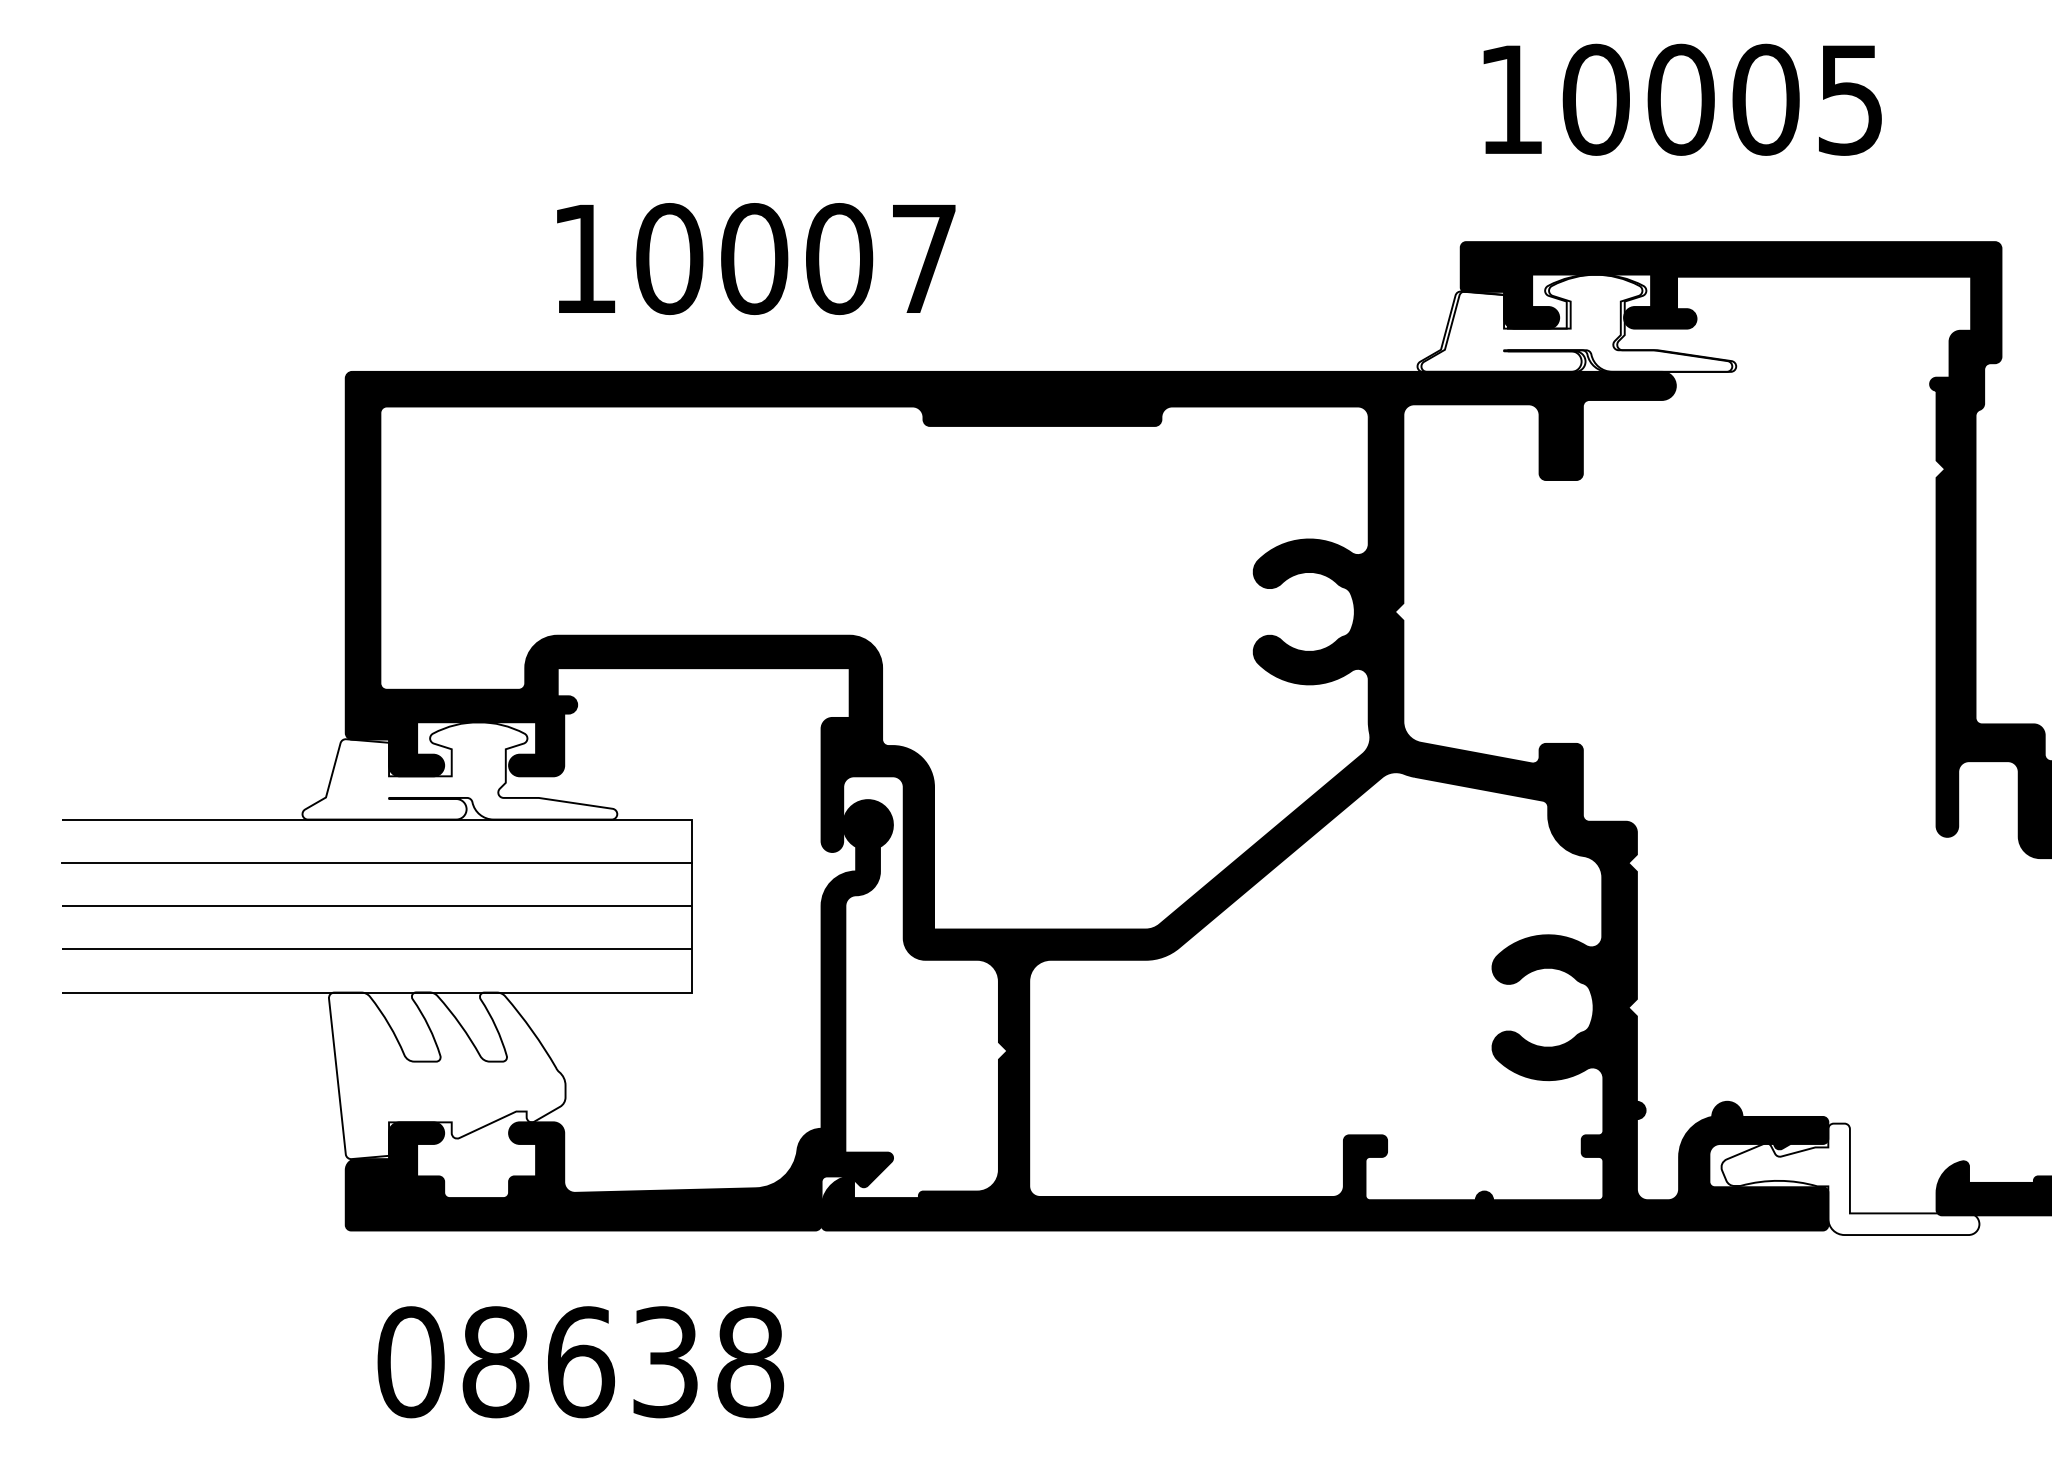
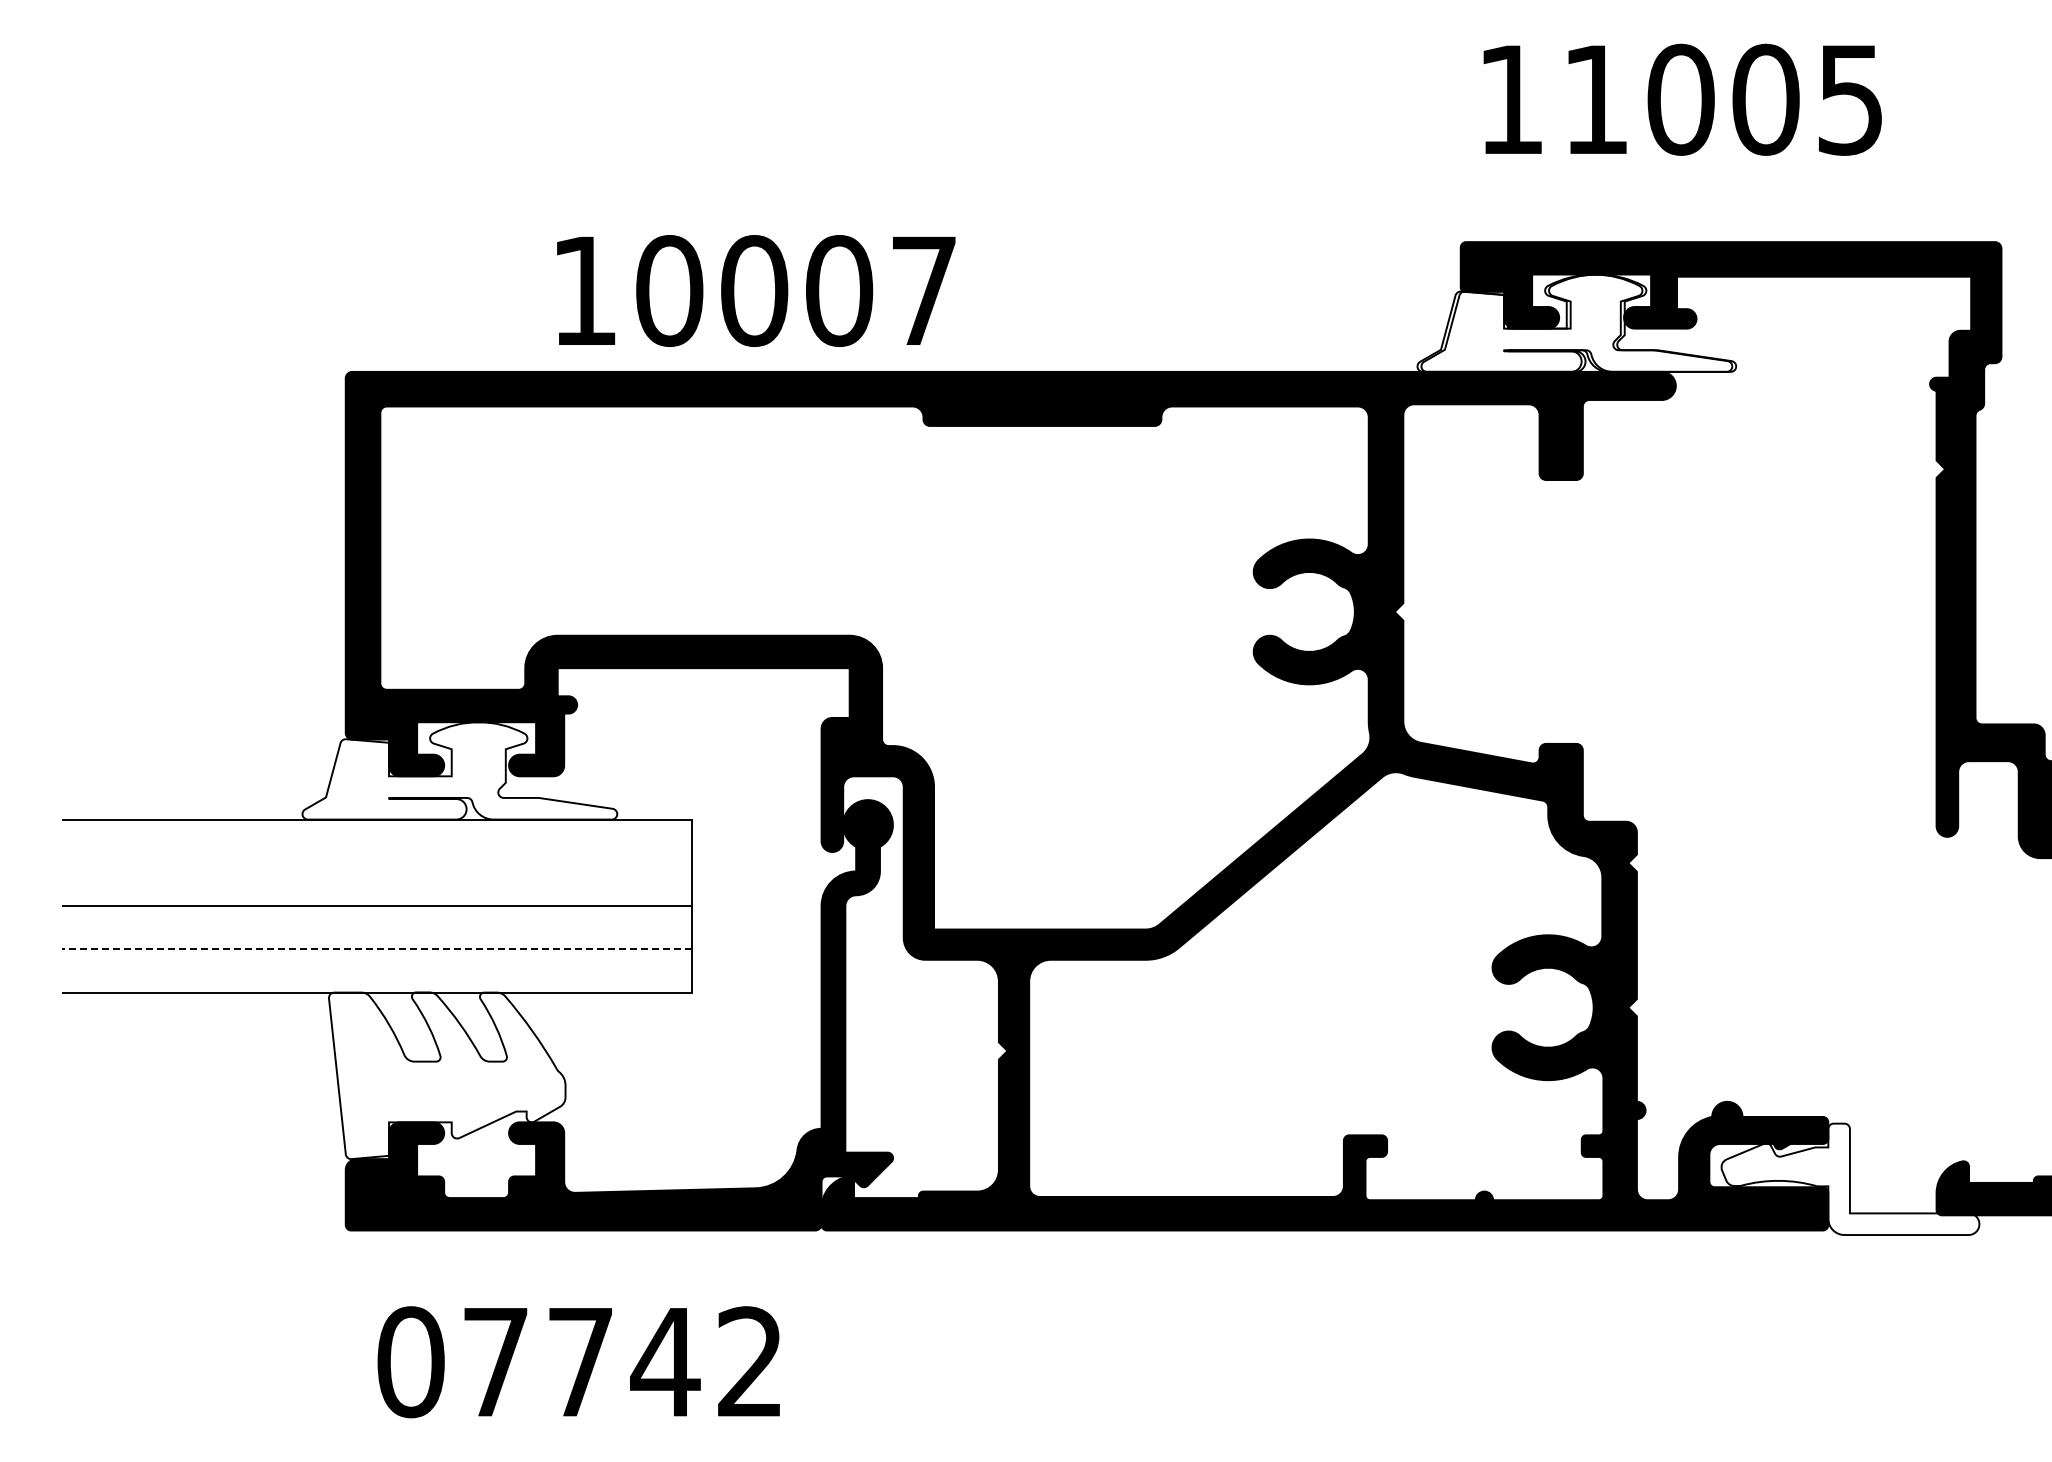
text at (1595, 99): 10005 -> 11005
text at (756, 258) position: (756, 258) -> (756, 290)
line at (376, 862): present -> none
line at (376, 949): solid -> dashed
text at (623, 1362): 08638 -> 07742
